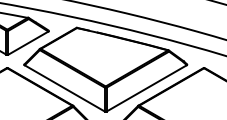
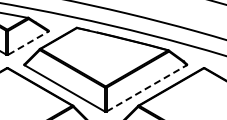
line at (28, 42): solid -> dashed
line at (147, 88): solid -> dashed
